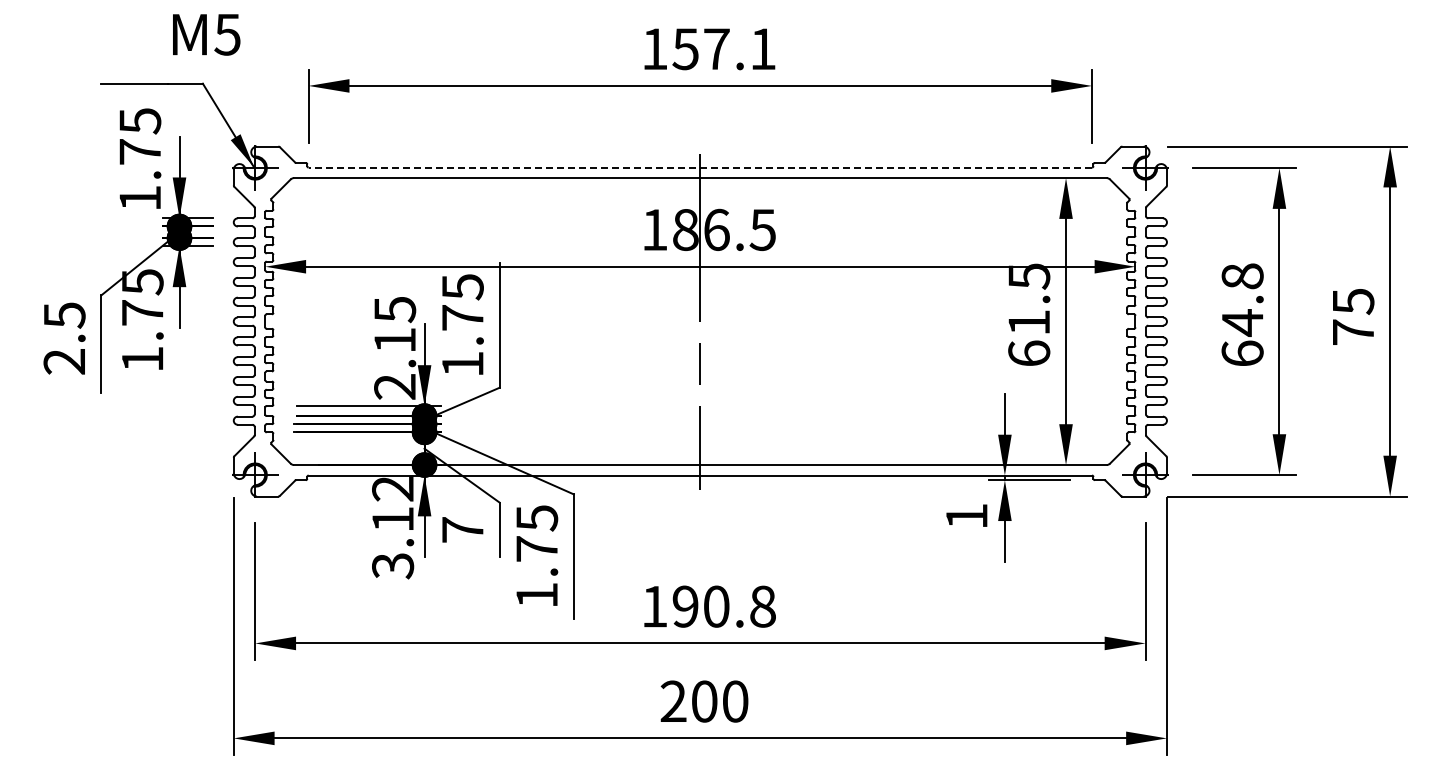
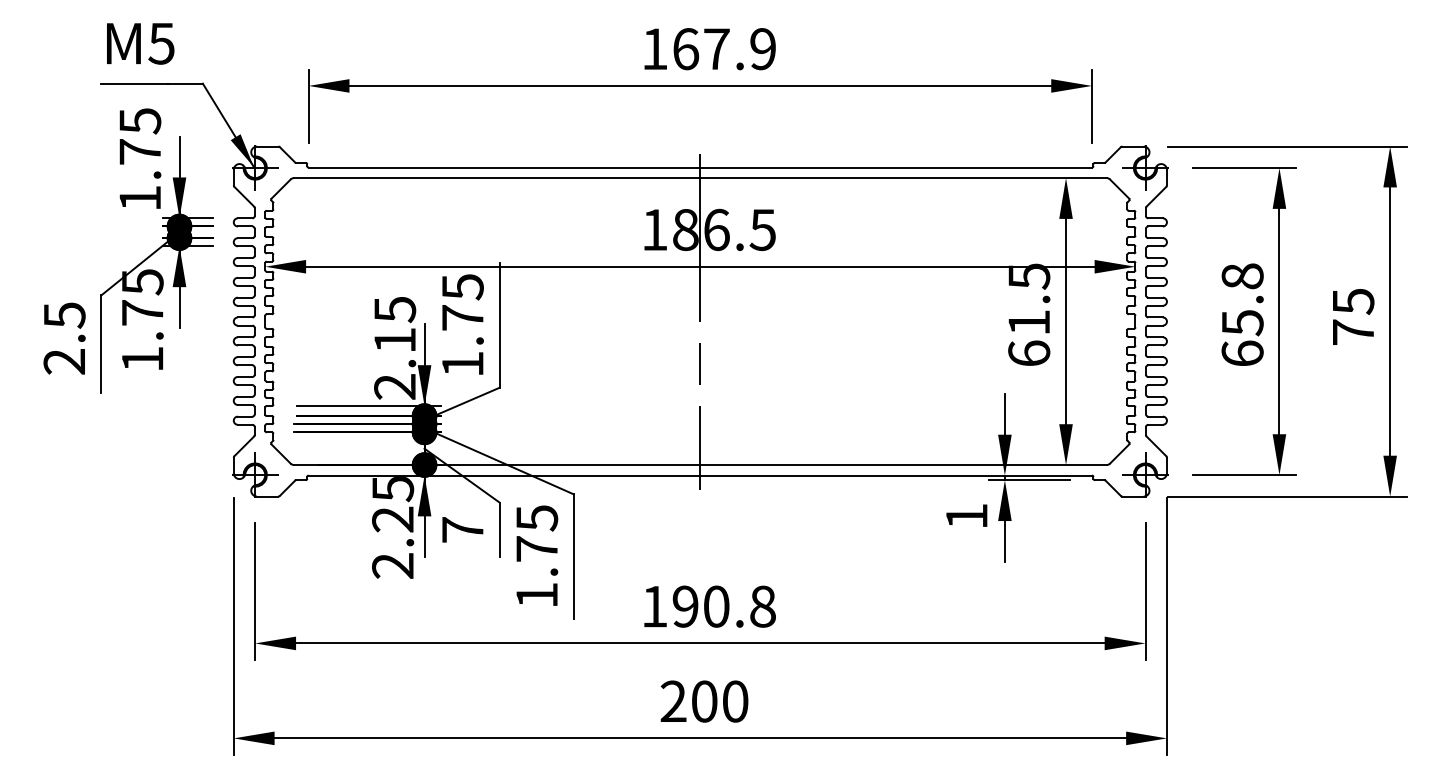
text at (206, 34) position: (206, 34) -> (140, 43)
text at (723, 49): 157.1 -> 167.9
line at (700, 167): dashed -> solid
text at (1242, 322): 64.8 -> 65.8
text at (393, 528): 3.12 -> 2.25
